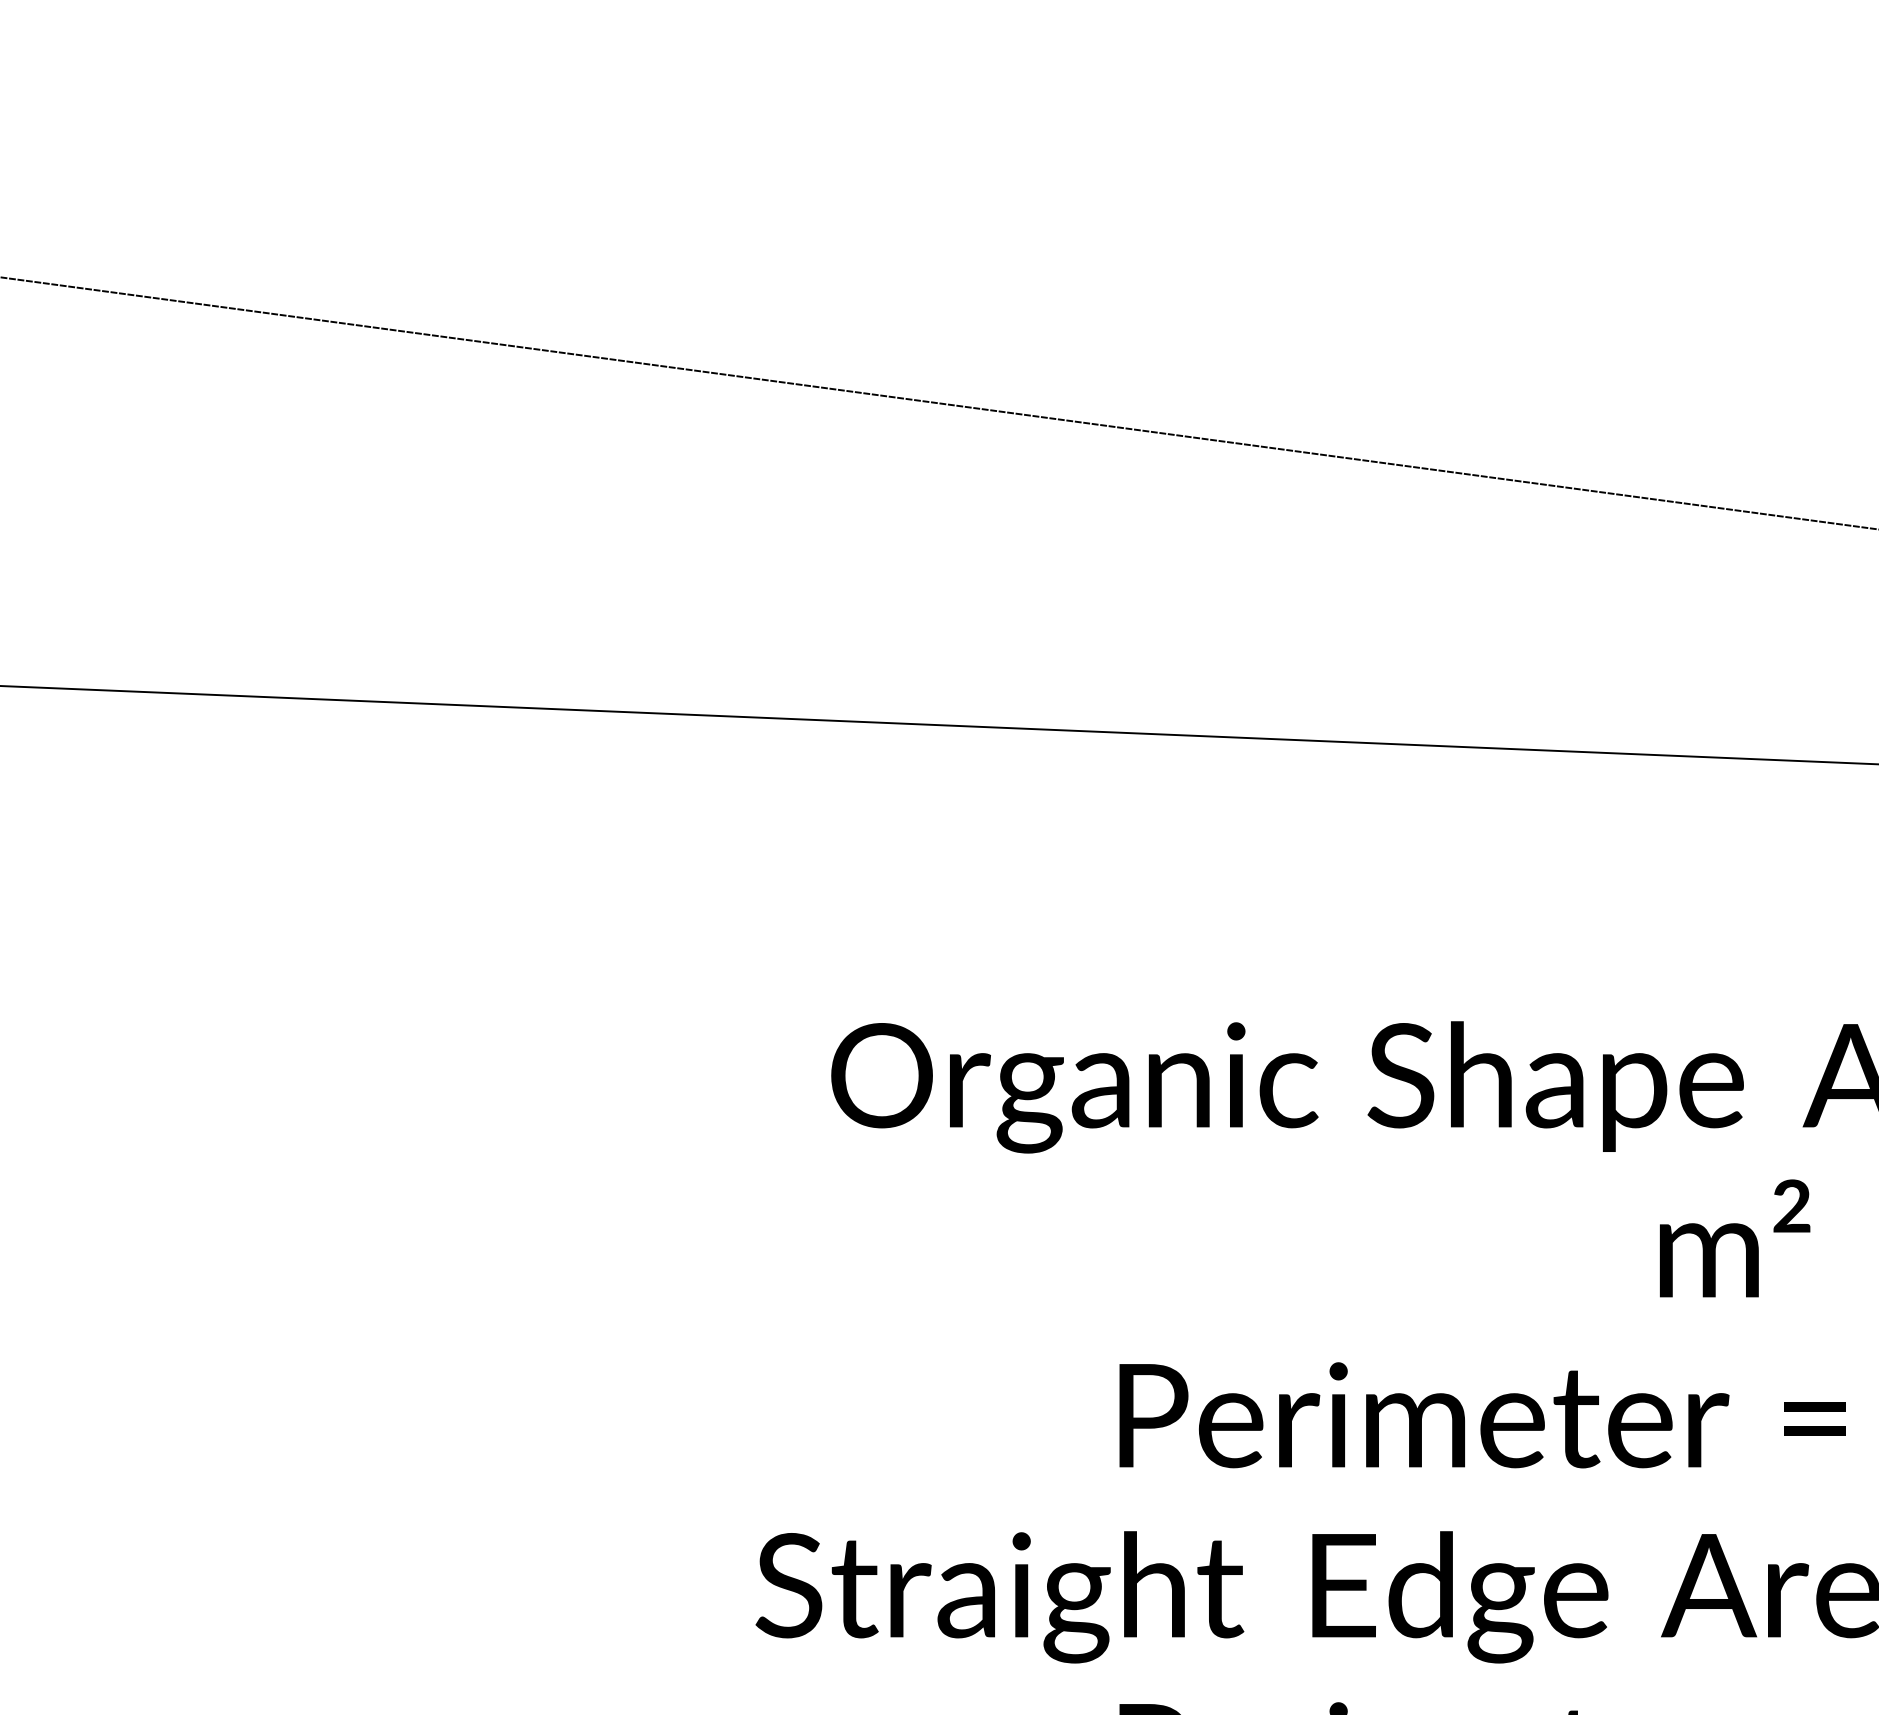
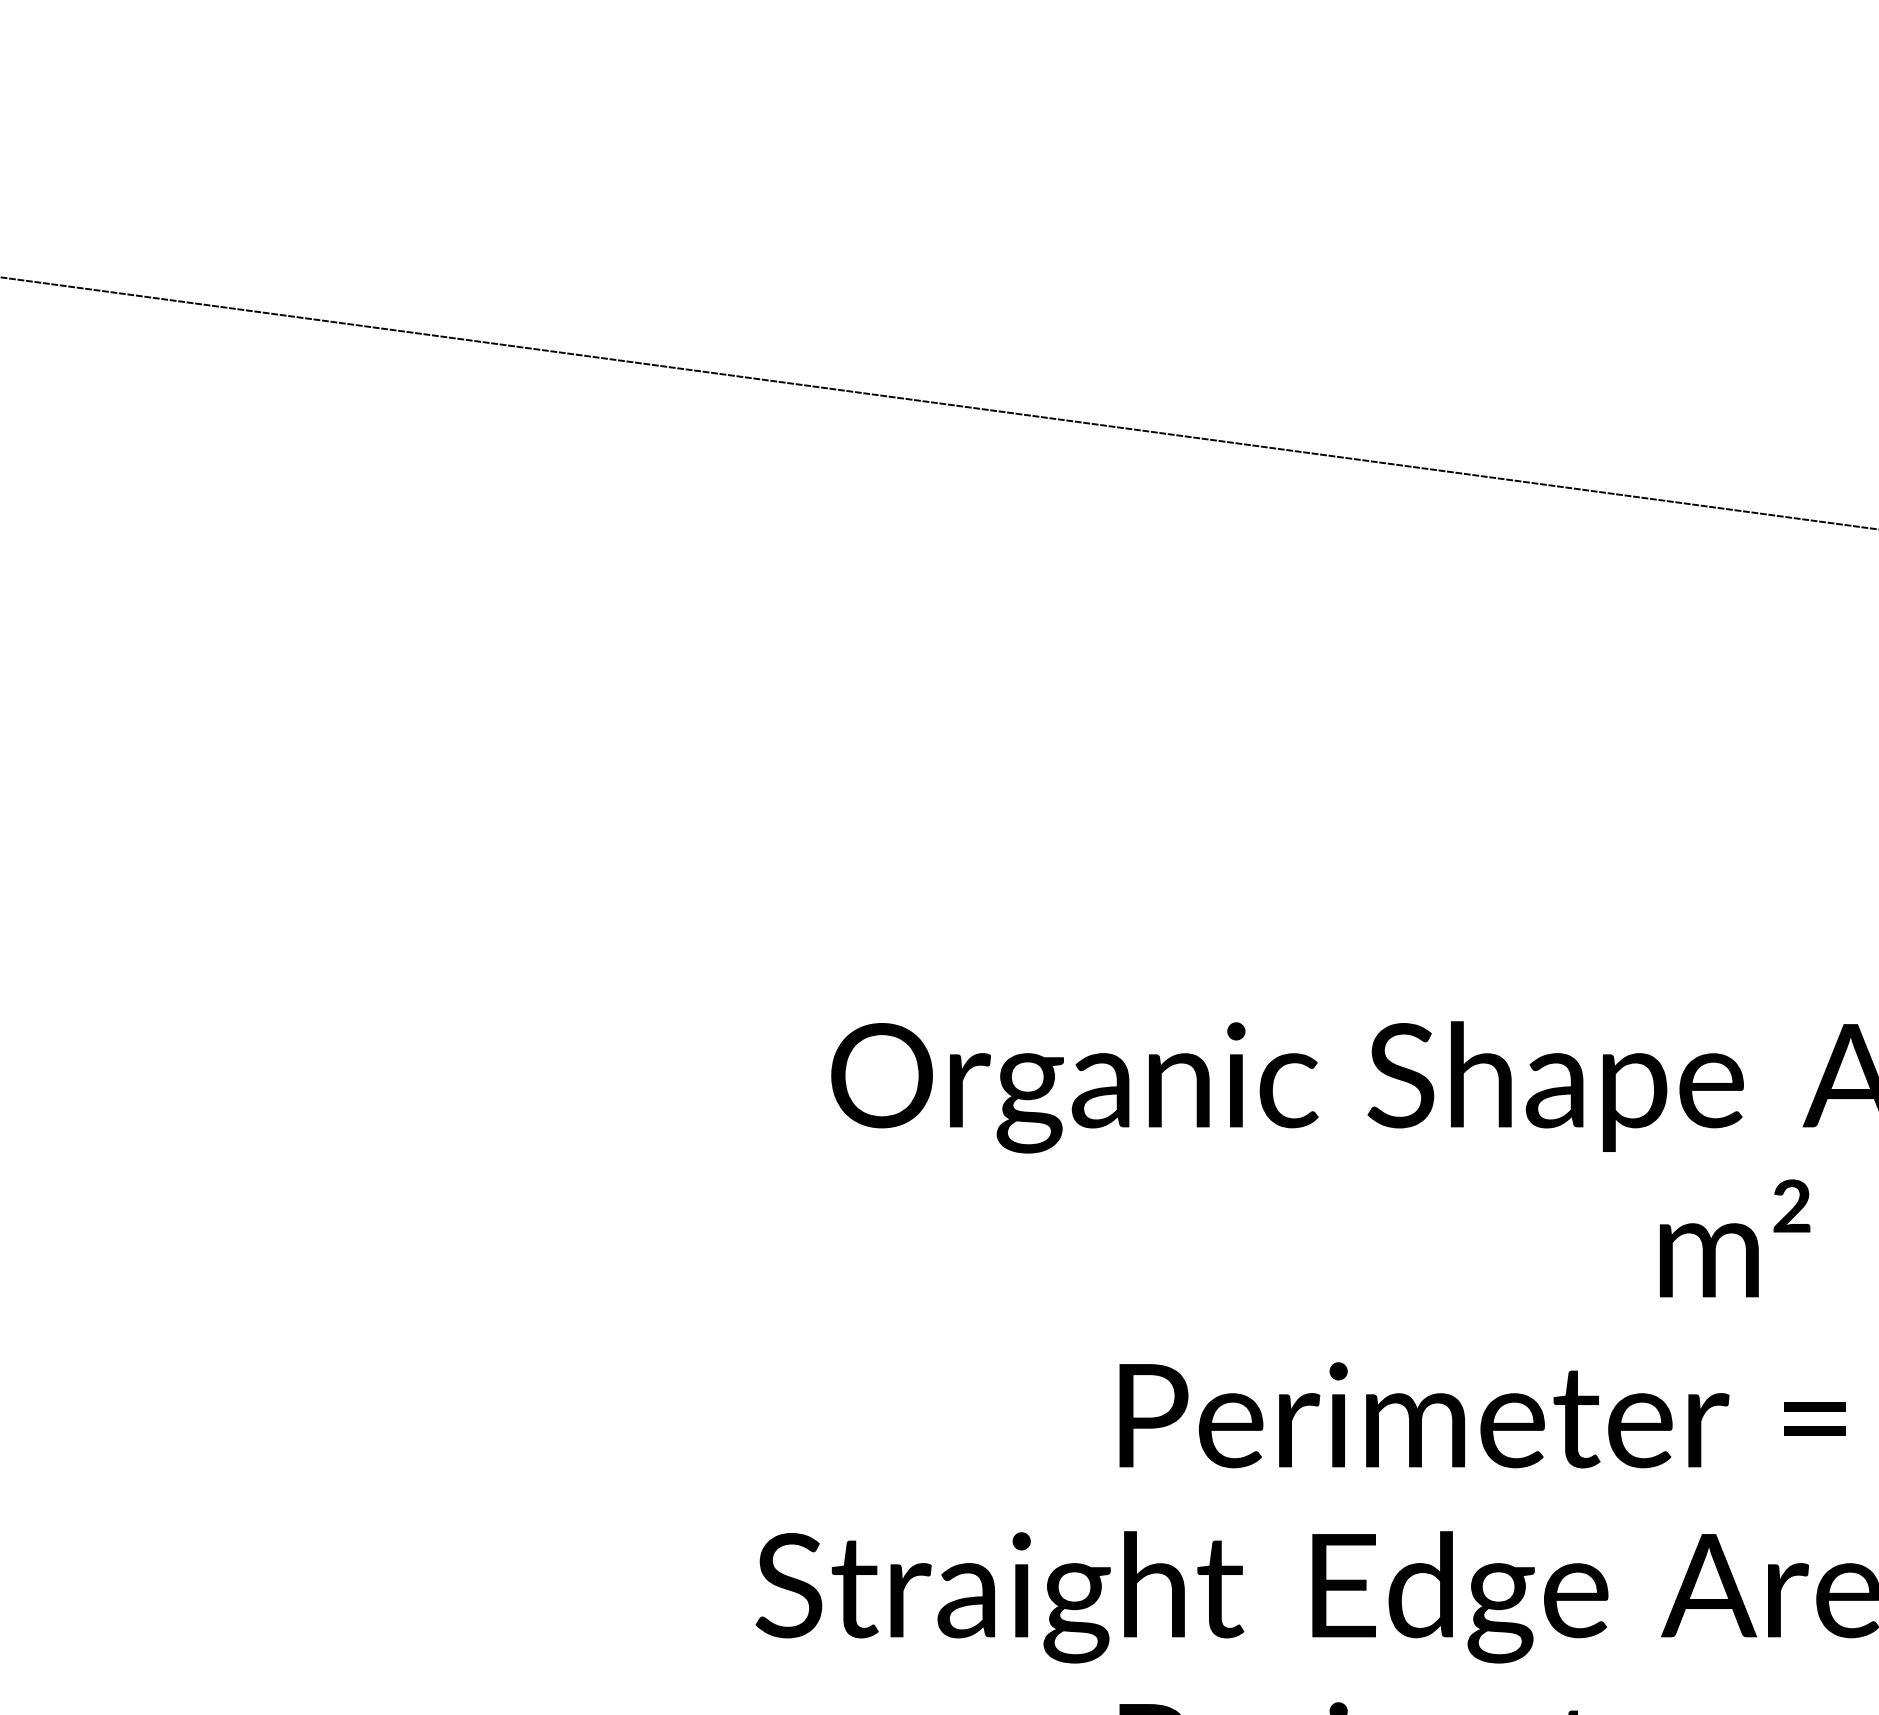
line at (938, 725): present -> none
